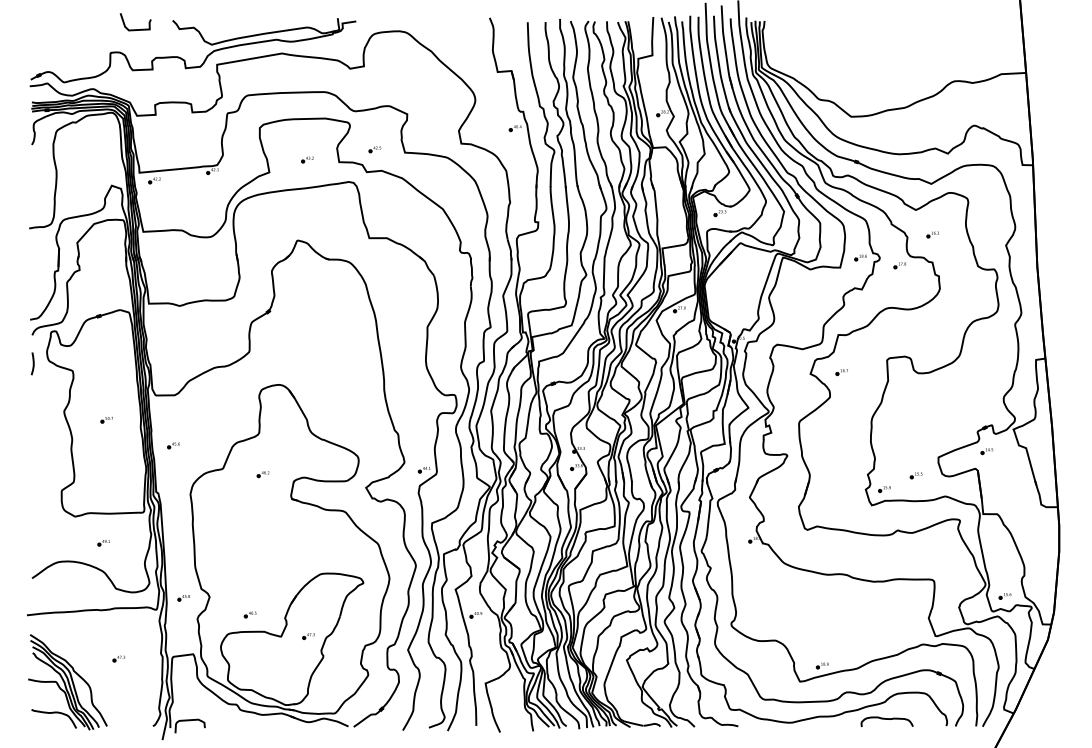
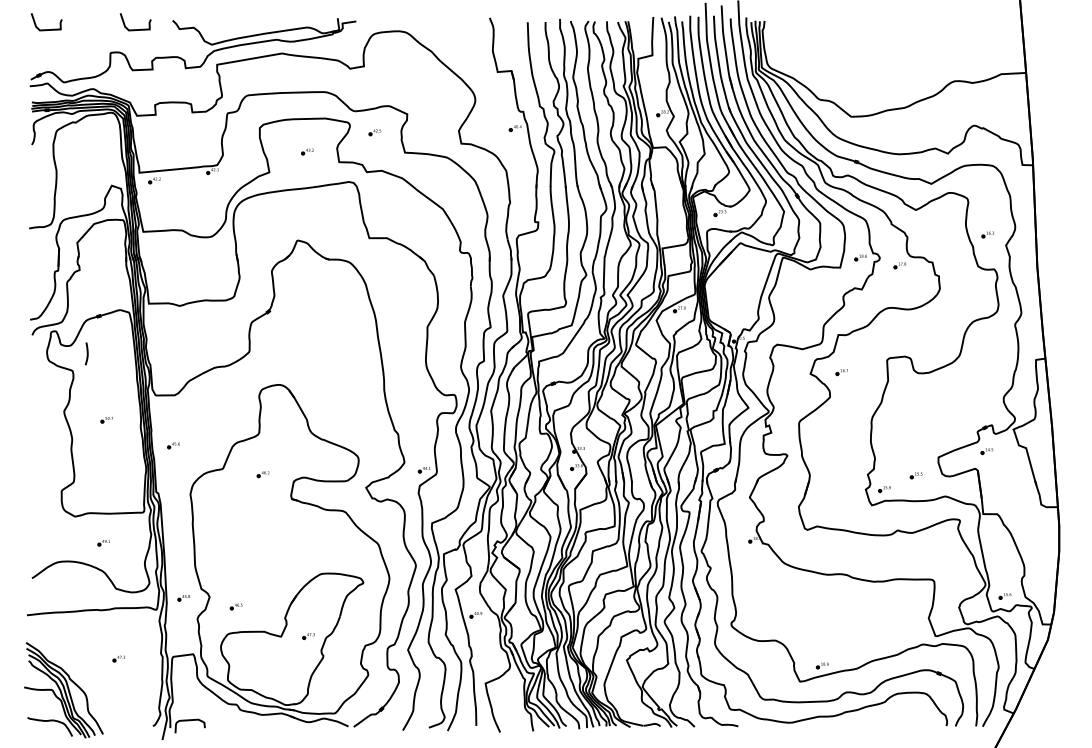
curve at (46, 29): none -> present
part at (374, 149) position: (374, 149) -> (374, 132)
part at (307, 159) position: (307, 159) -> (307, 151)
part at (932, 234) position: (932, 234) -> (987, 234)
curve at (32, 363) position: (32, 363) -> (86, 353)
part at (249, 614) position: (249, 614) -> (235, 606)
part at (67, 682) position: (67, 682) -> (63, 690)
curve at (886, 719): present -> none
